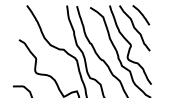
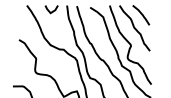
line at (52, 10): none -> present
